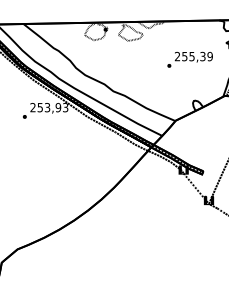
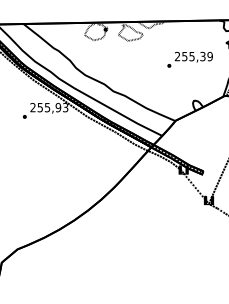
text at (47, 107): 253,93 -> 255,93
